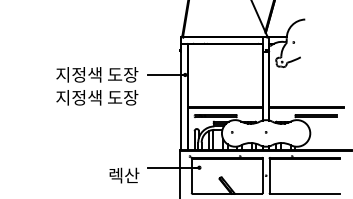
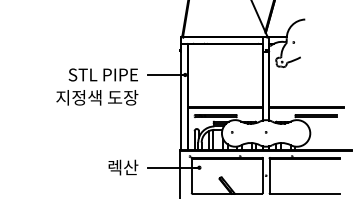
text at (97, 74): 지정색 도장 -> STL PIPE
text at (124, 175) position: (124, 175) -> (123, 167)
